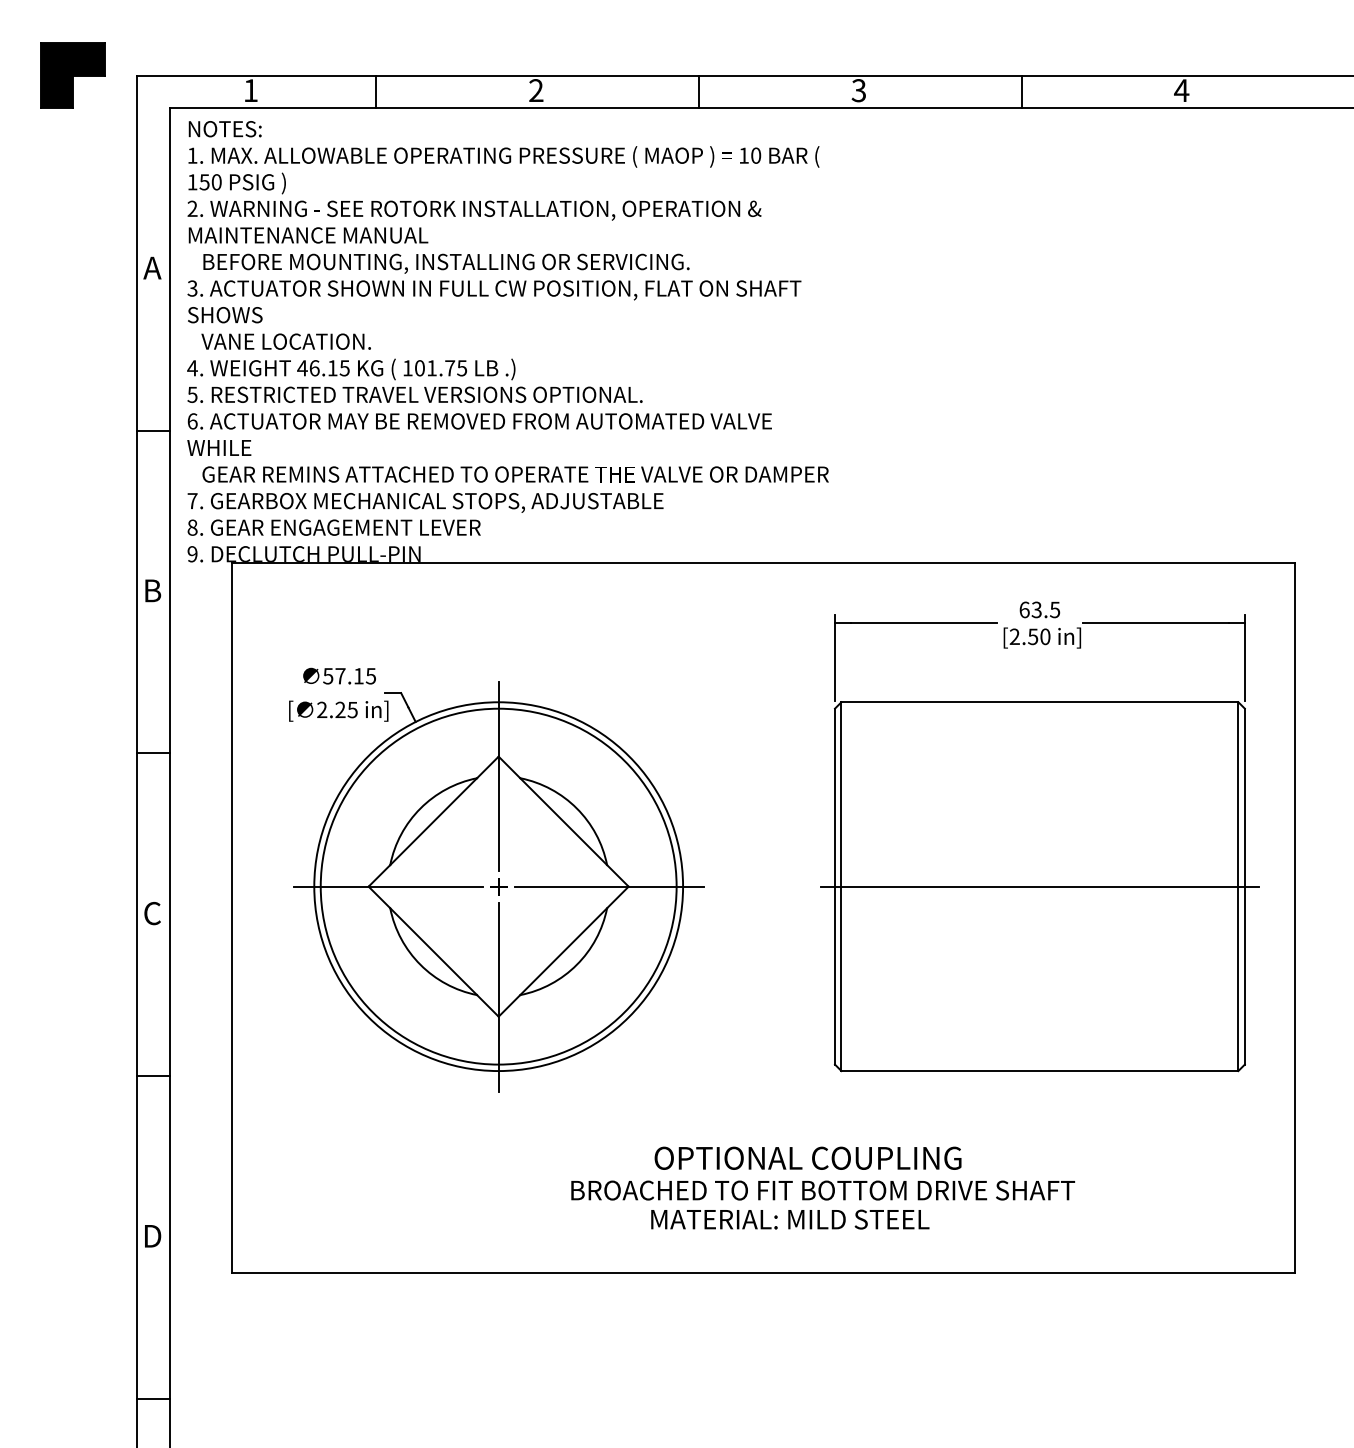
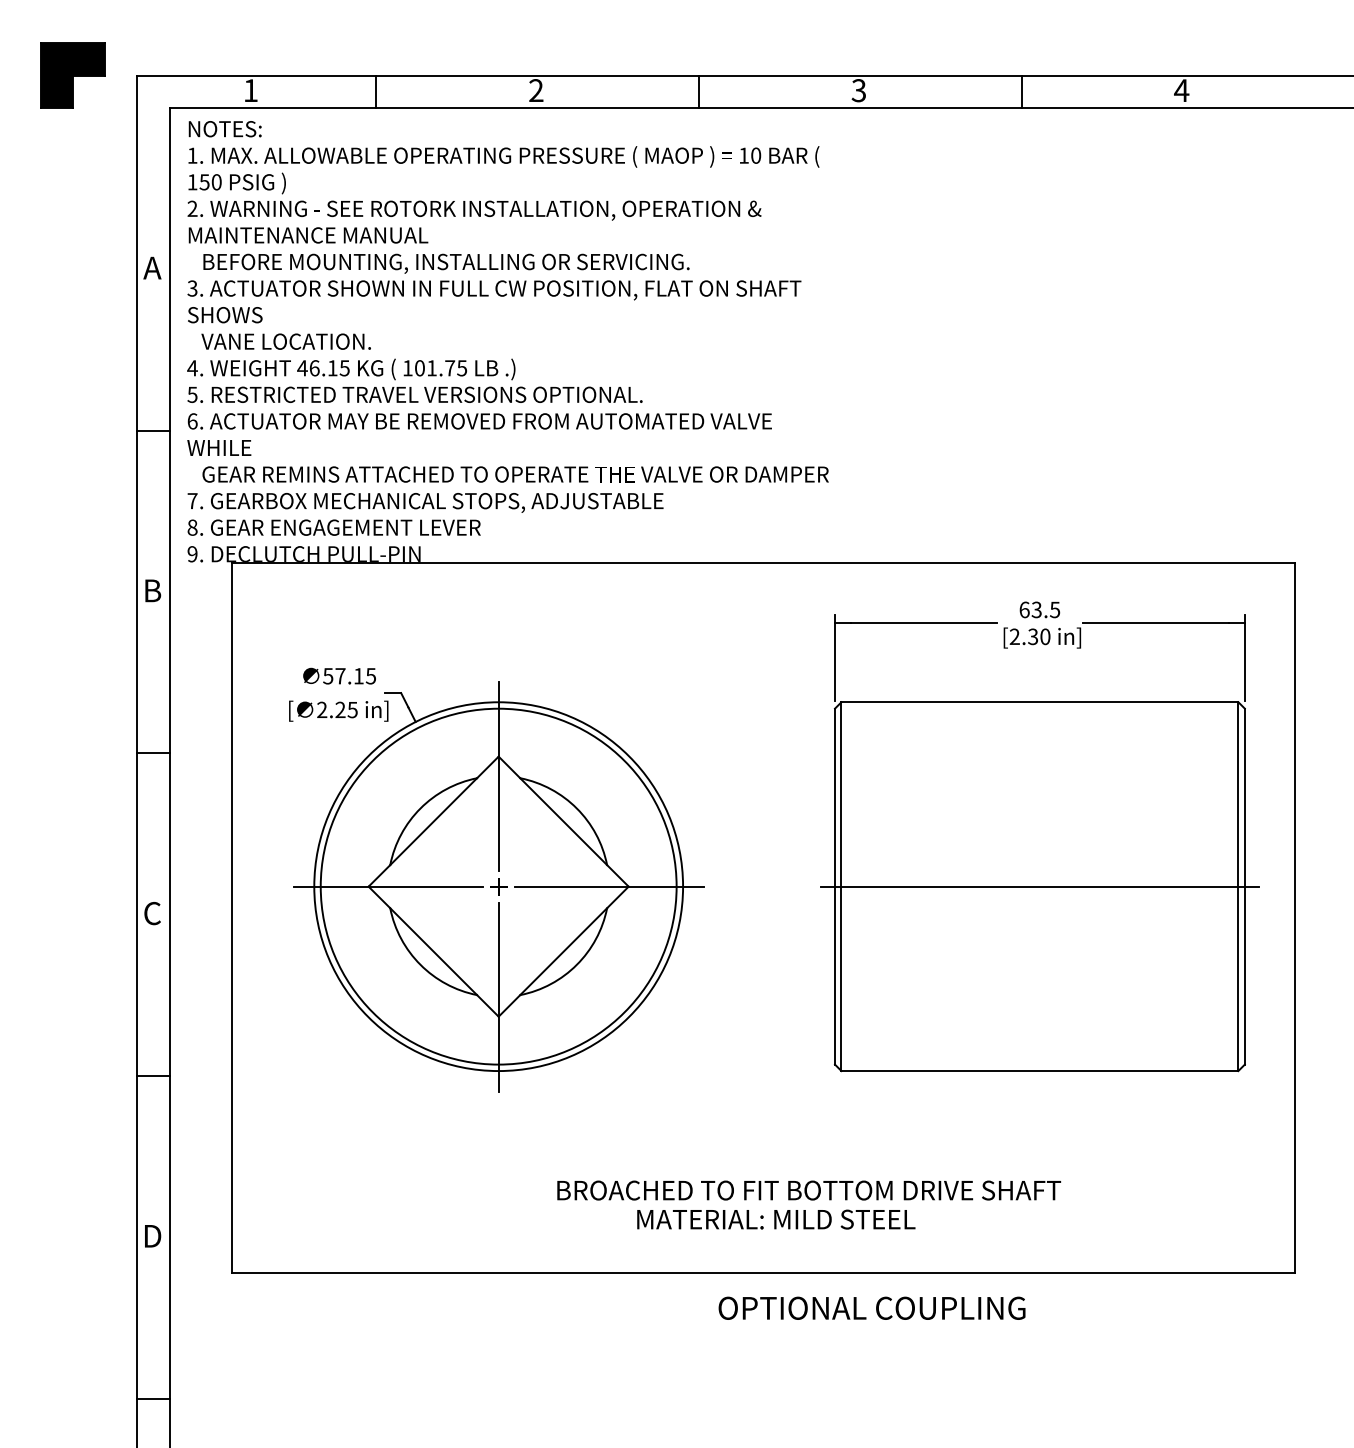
text at (1033, 636): [2.50 -> [2.30
text at (807, 1157) position: (807, 1157) -> (871, 1307)
text at (823, 1204) position: (823, 1204) -> (809, 1204)
